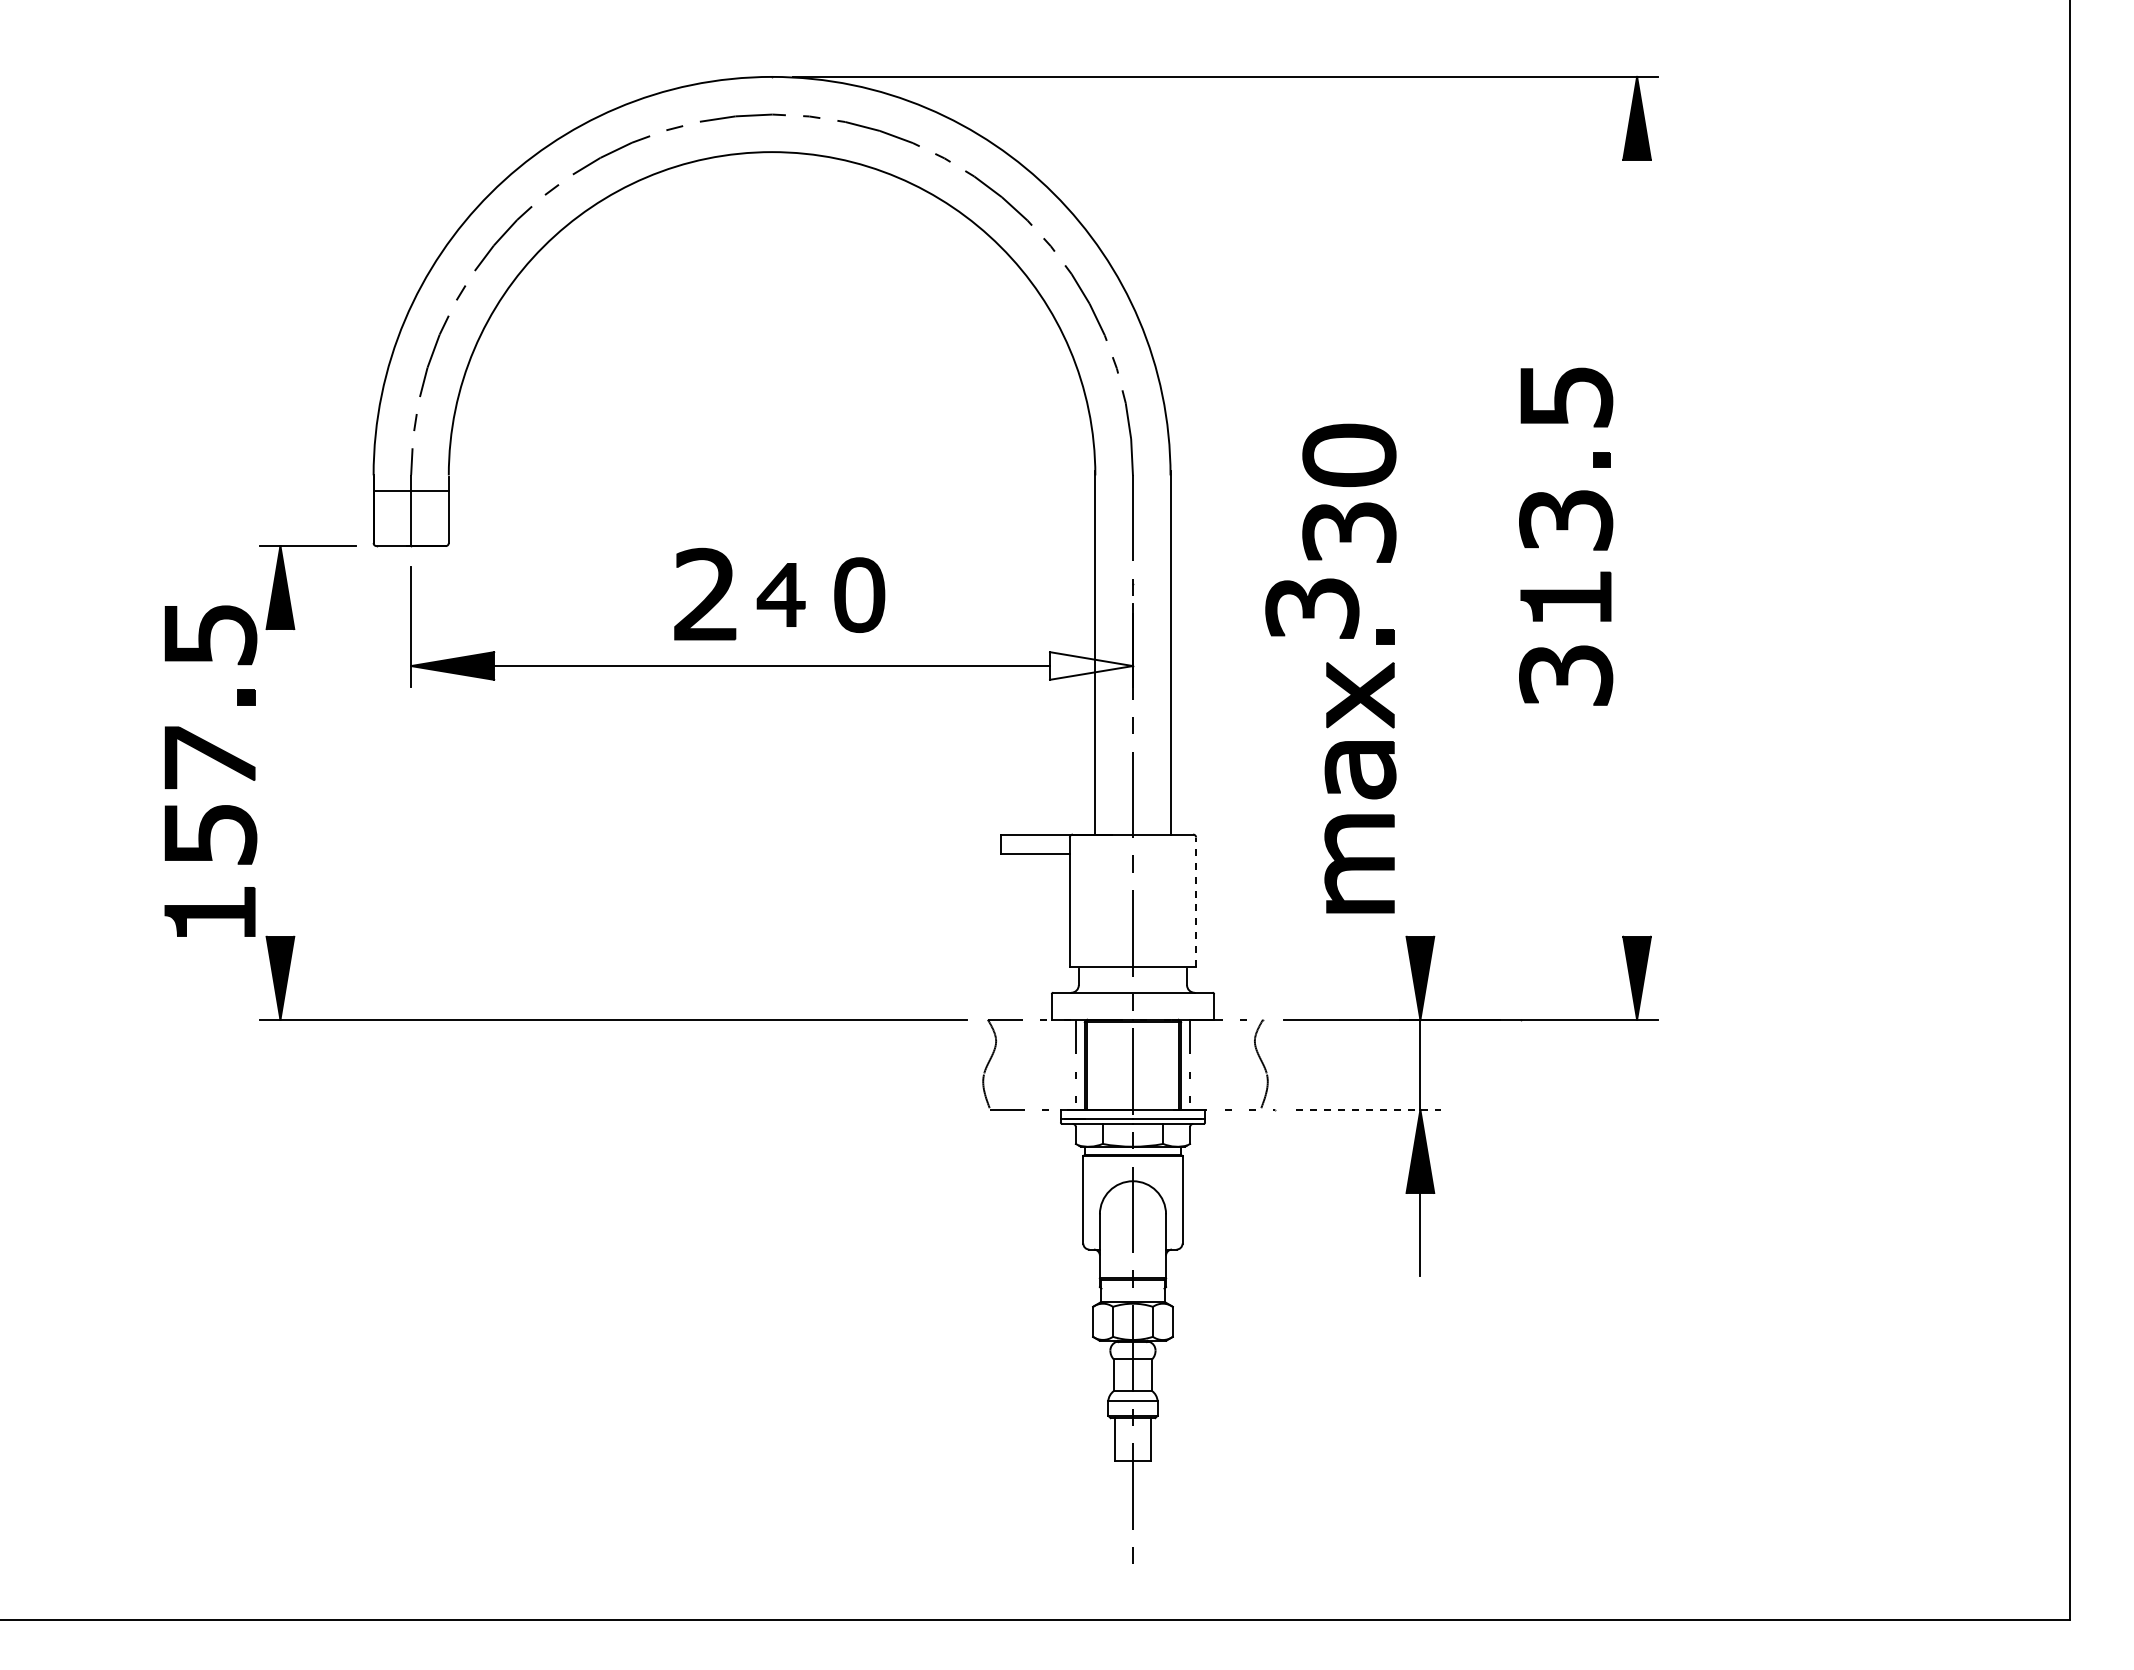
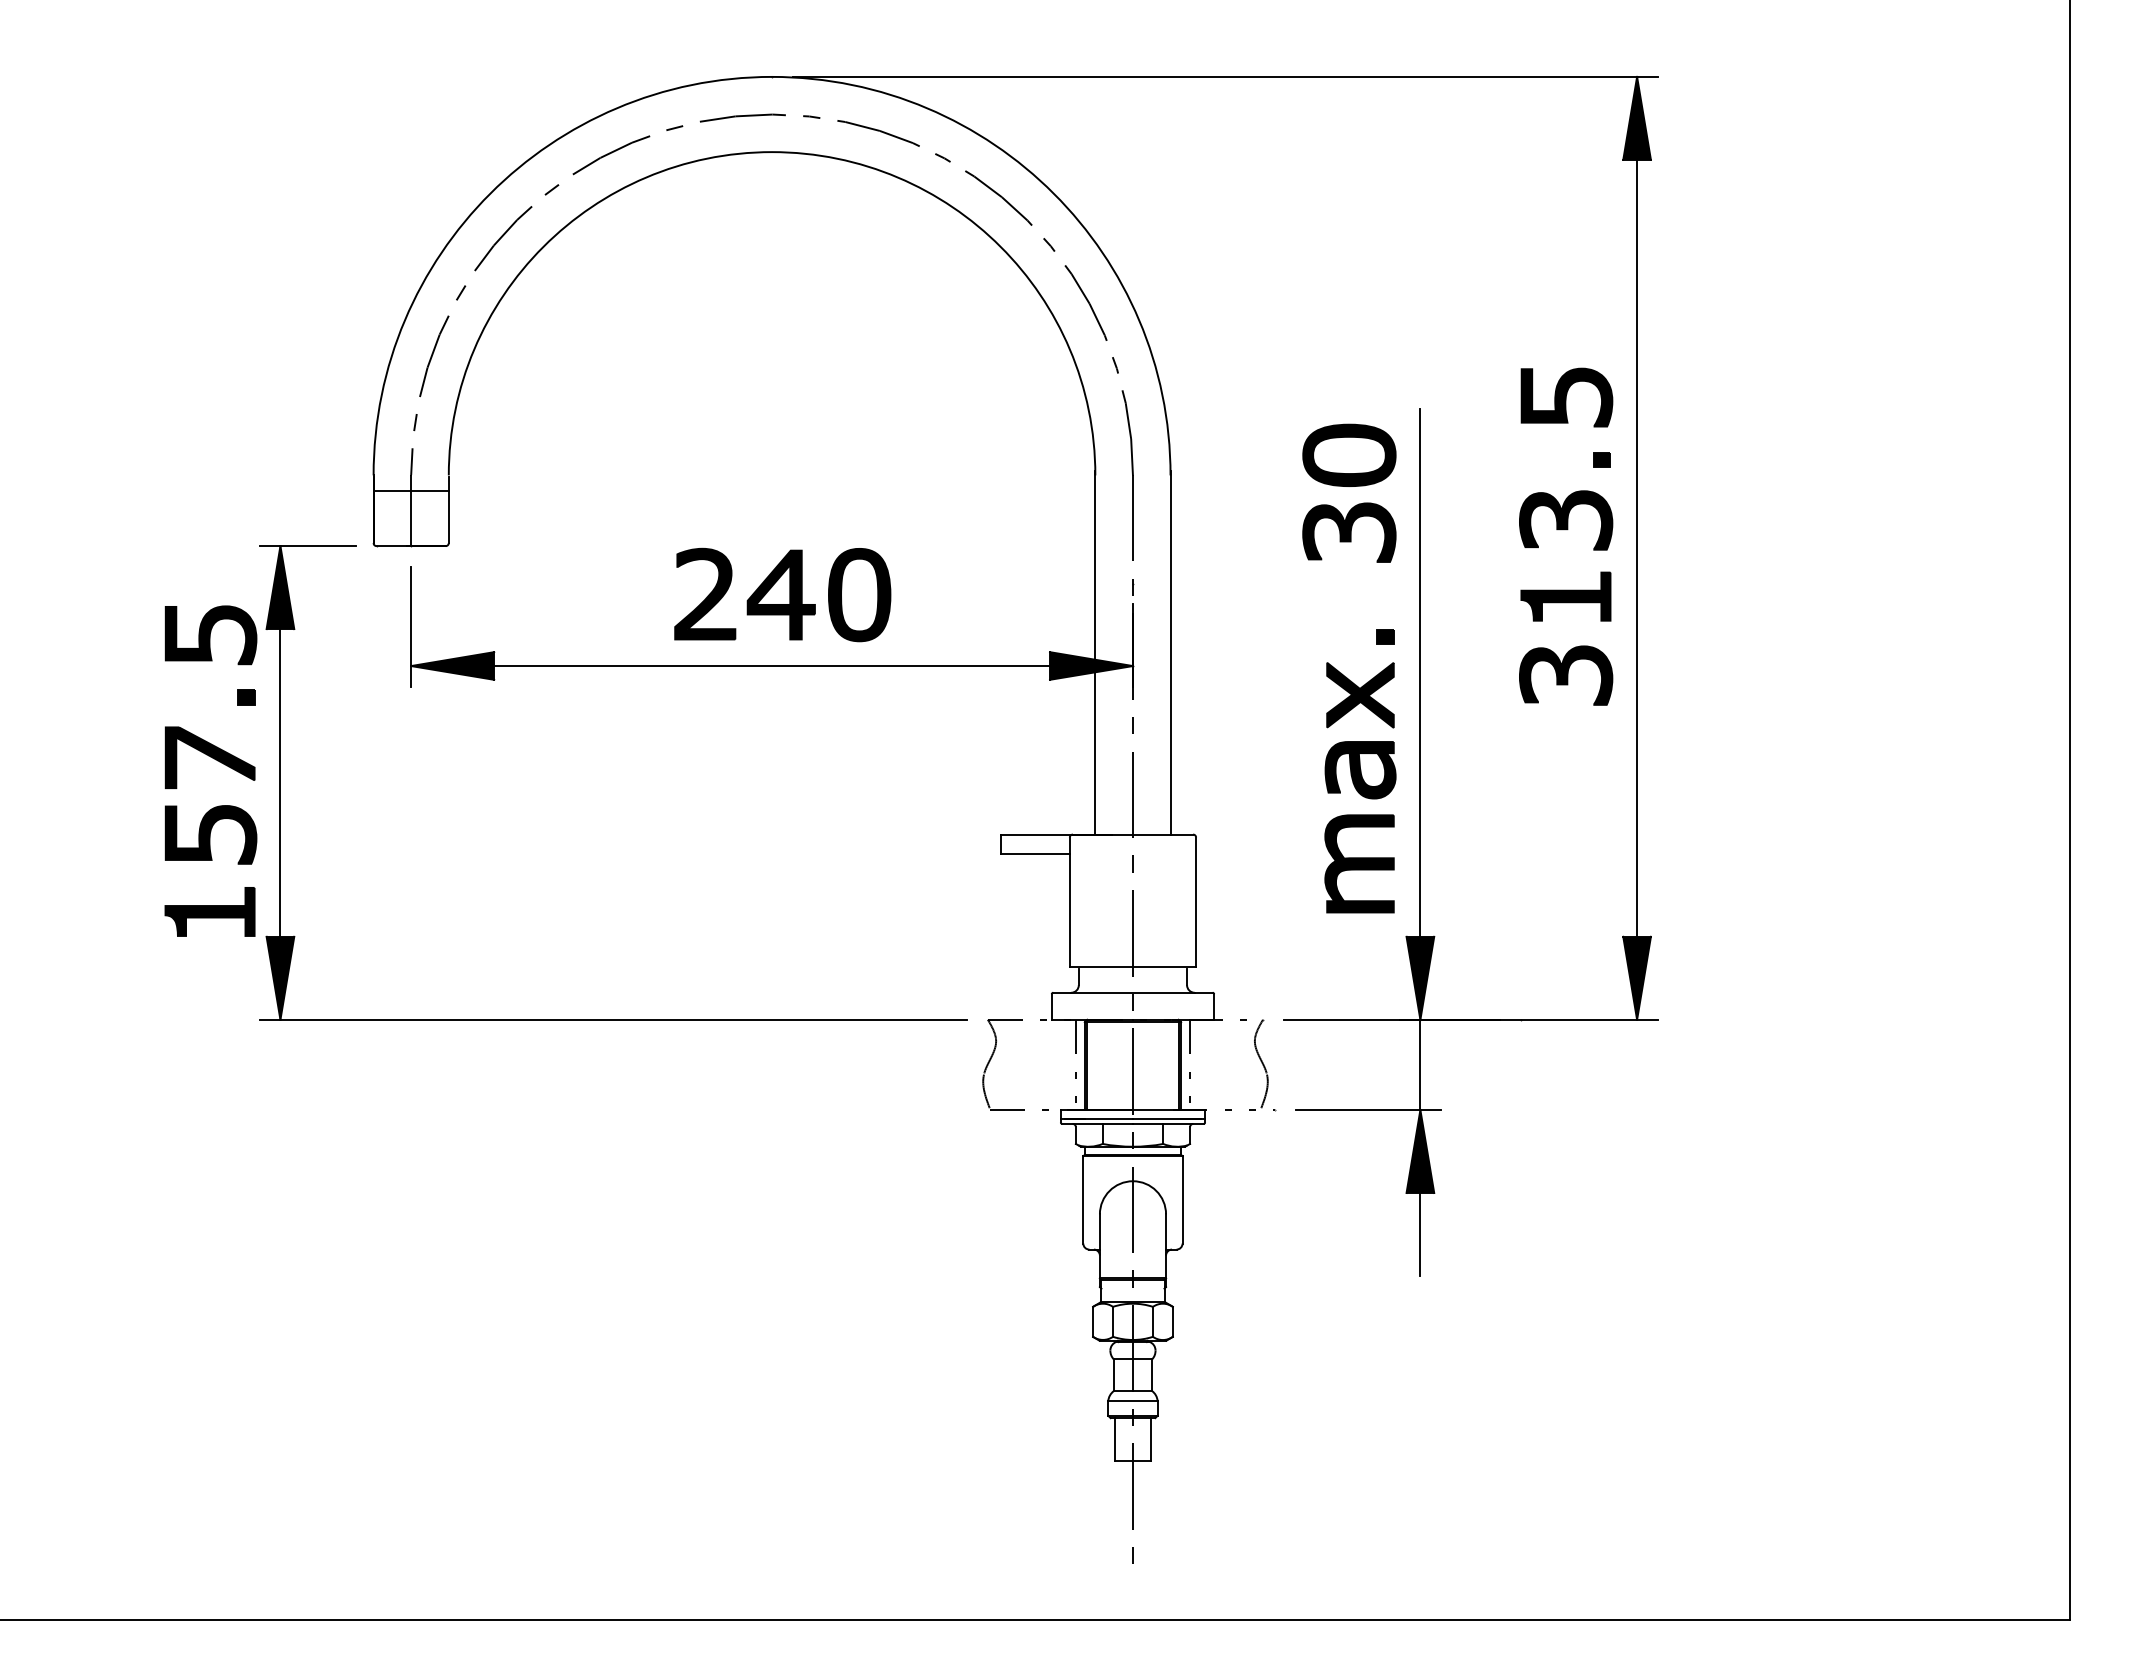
line at (1637, 547): none -> present
part at (780, 594) size: 50x64 px -> 70x92 px
part at (859, 594) size: 52x76 px -> 64x95 px
part at (1312, 608): present -> none
fill at (1090, 665): none -> present
line at (1420, 672): none -> present
line at (280, 782): none -> present
line at (1196, 902): dashed -> solid
line at (1369, 1110): dashed -> solid
